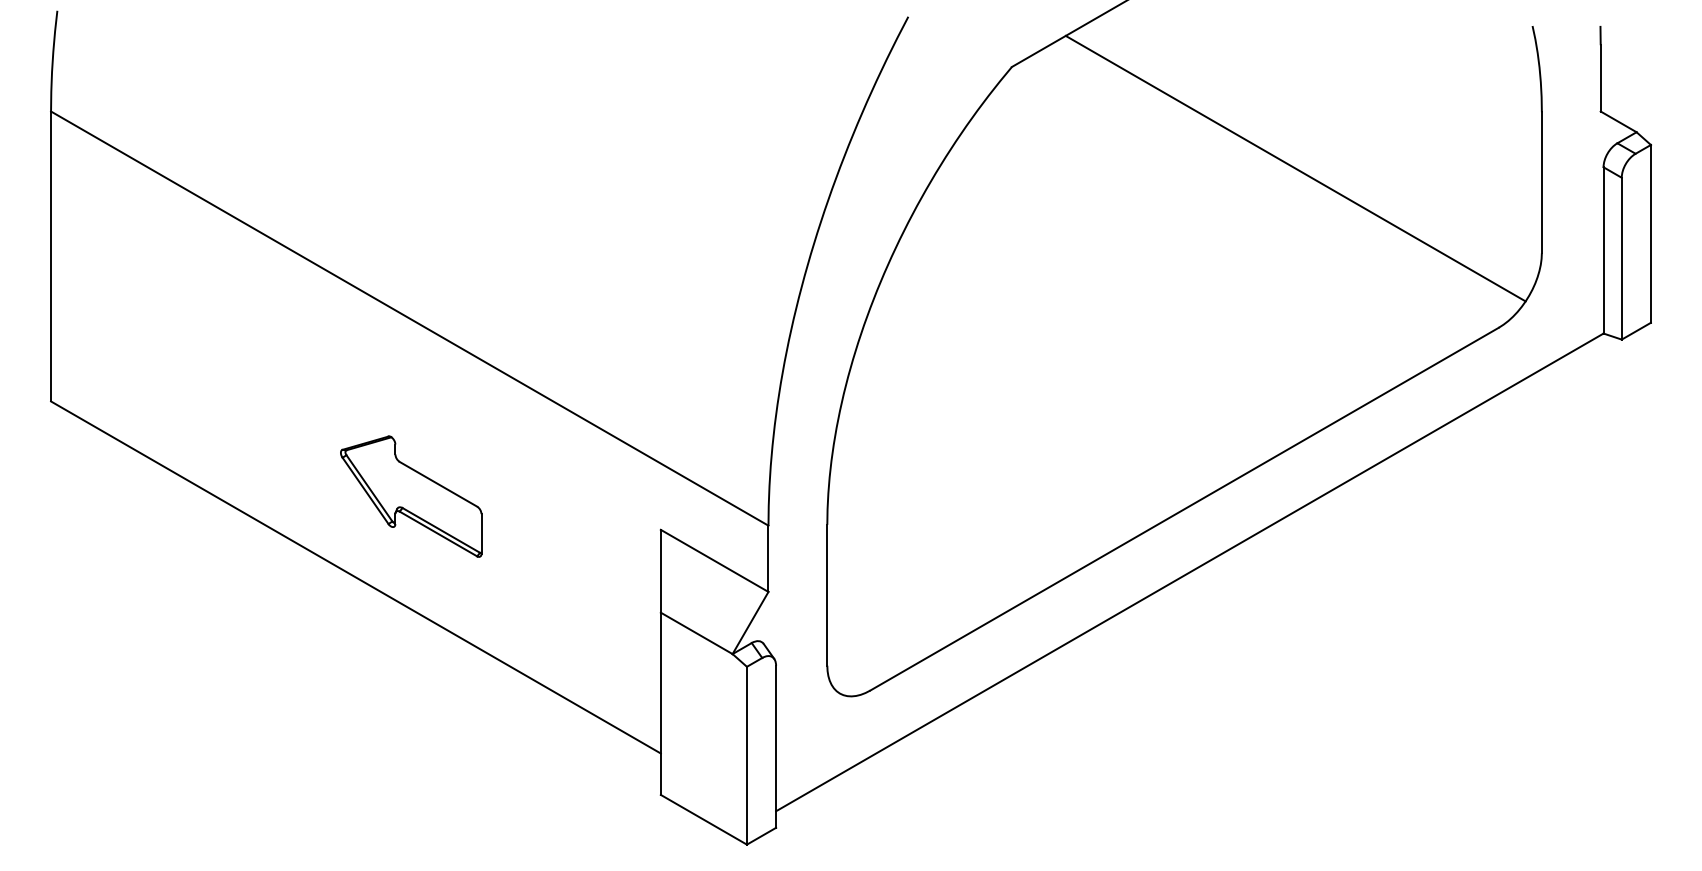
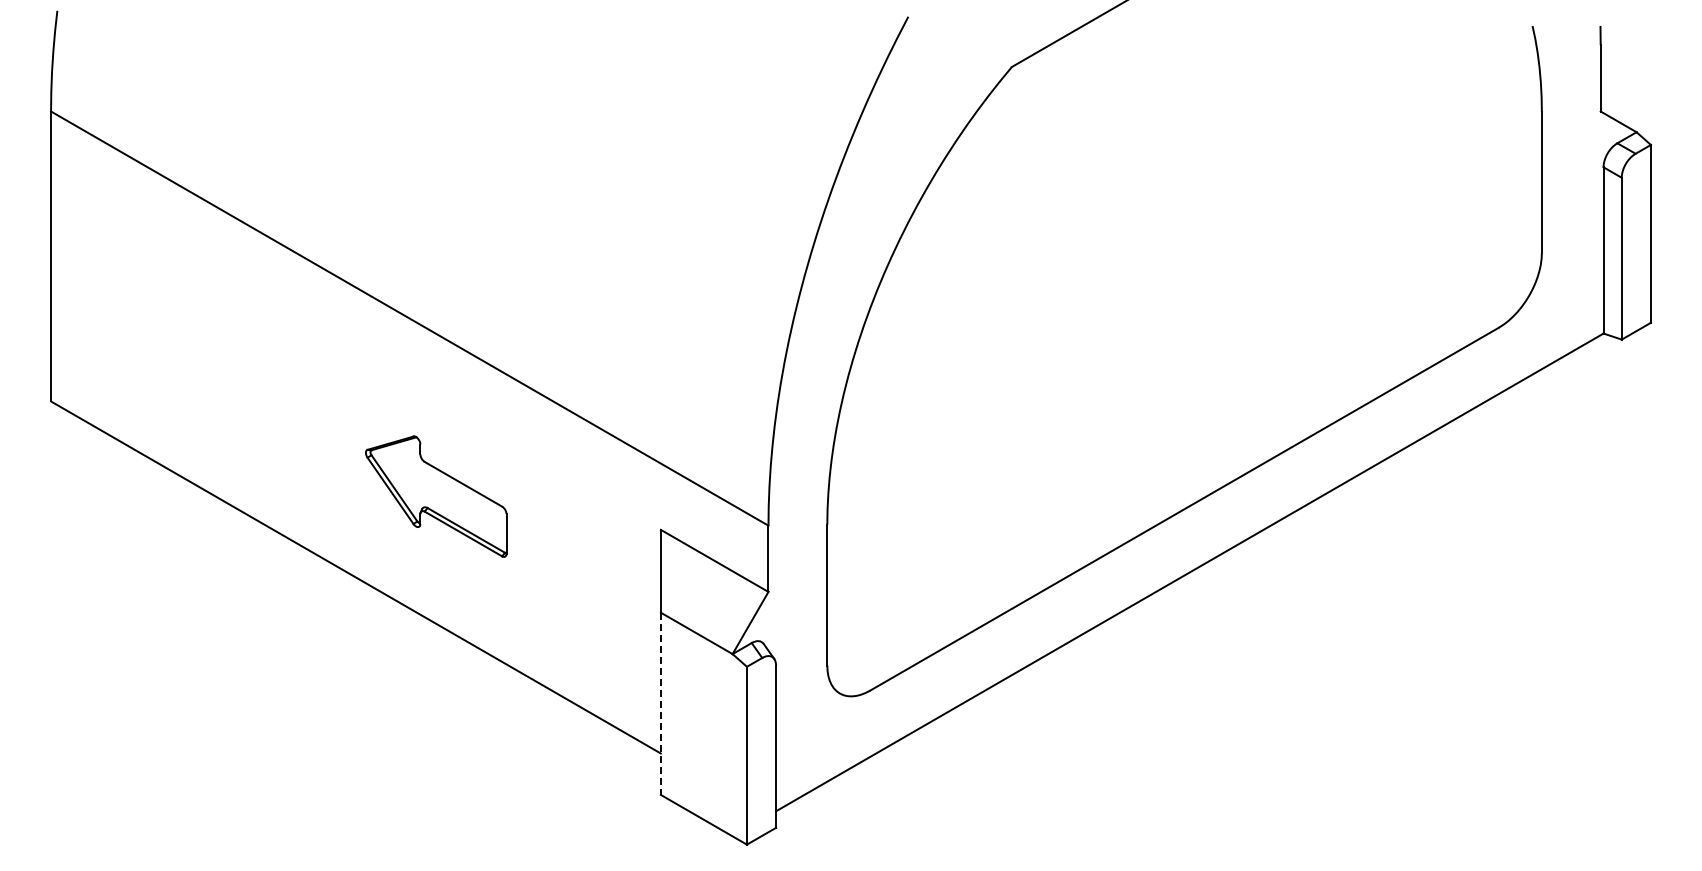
line at (1295, 168): present -> none
part at (411, 496) position: (411, 496) -> (436, 496)
line at (660, 704): solid -> dashed
